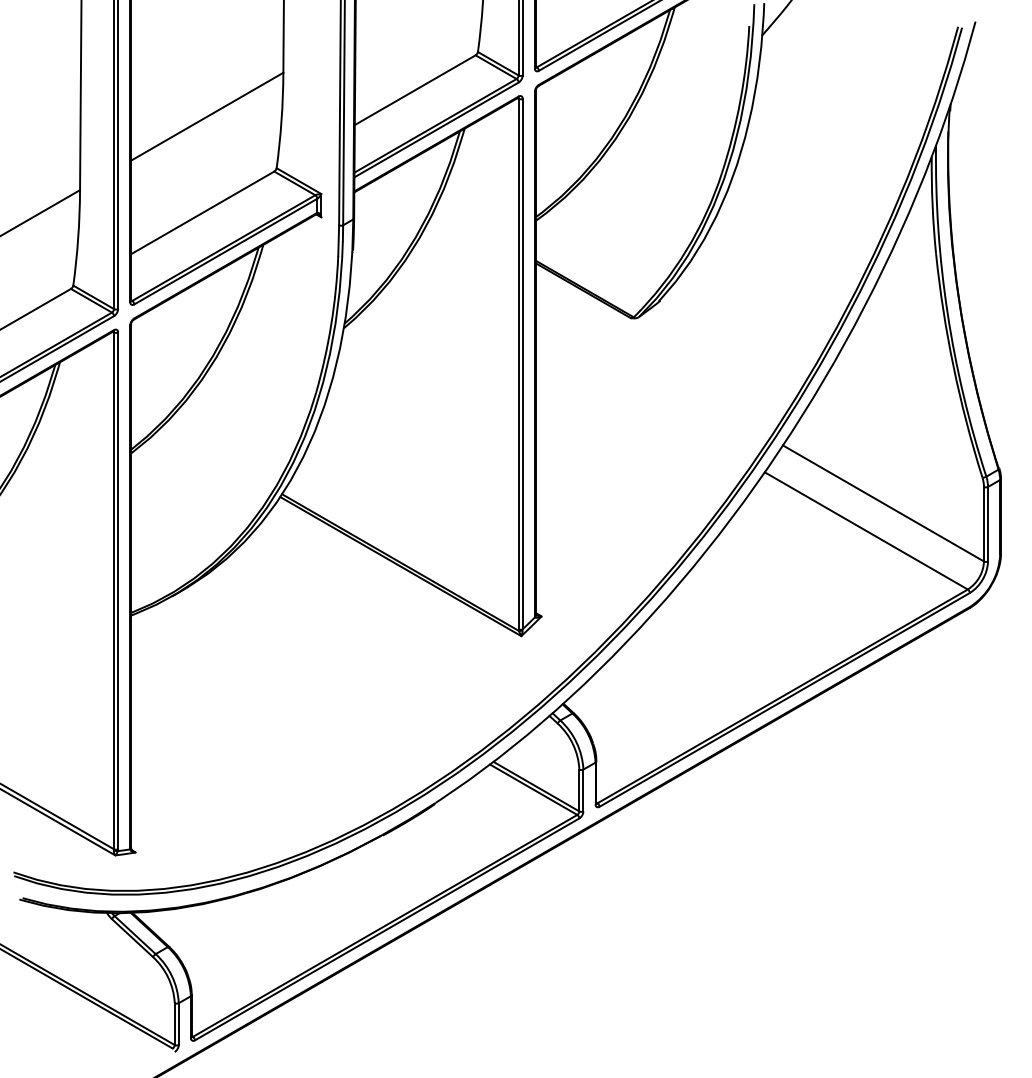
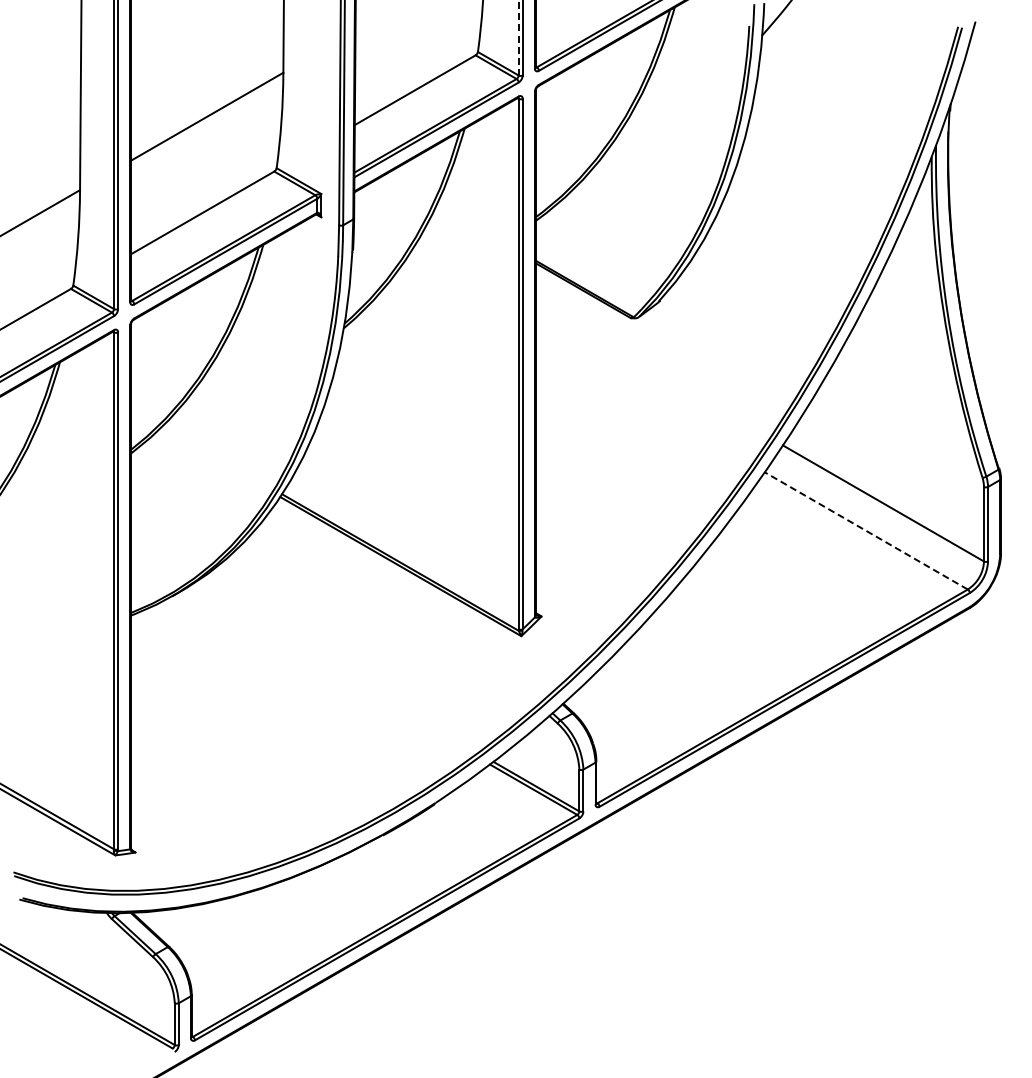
line at (518, 37): solid -> dashed
line at (865, 530): solid -> dashed
